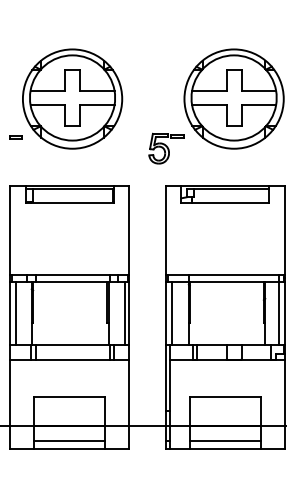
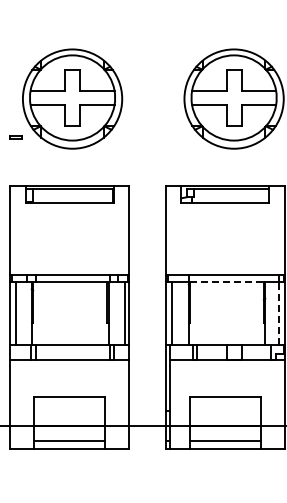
part at (166, 148): present -> none
line at (227, 281): solid -> dashed
line at (278, 313): solid -> dashed
